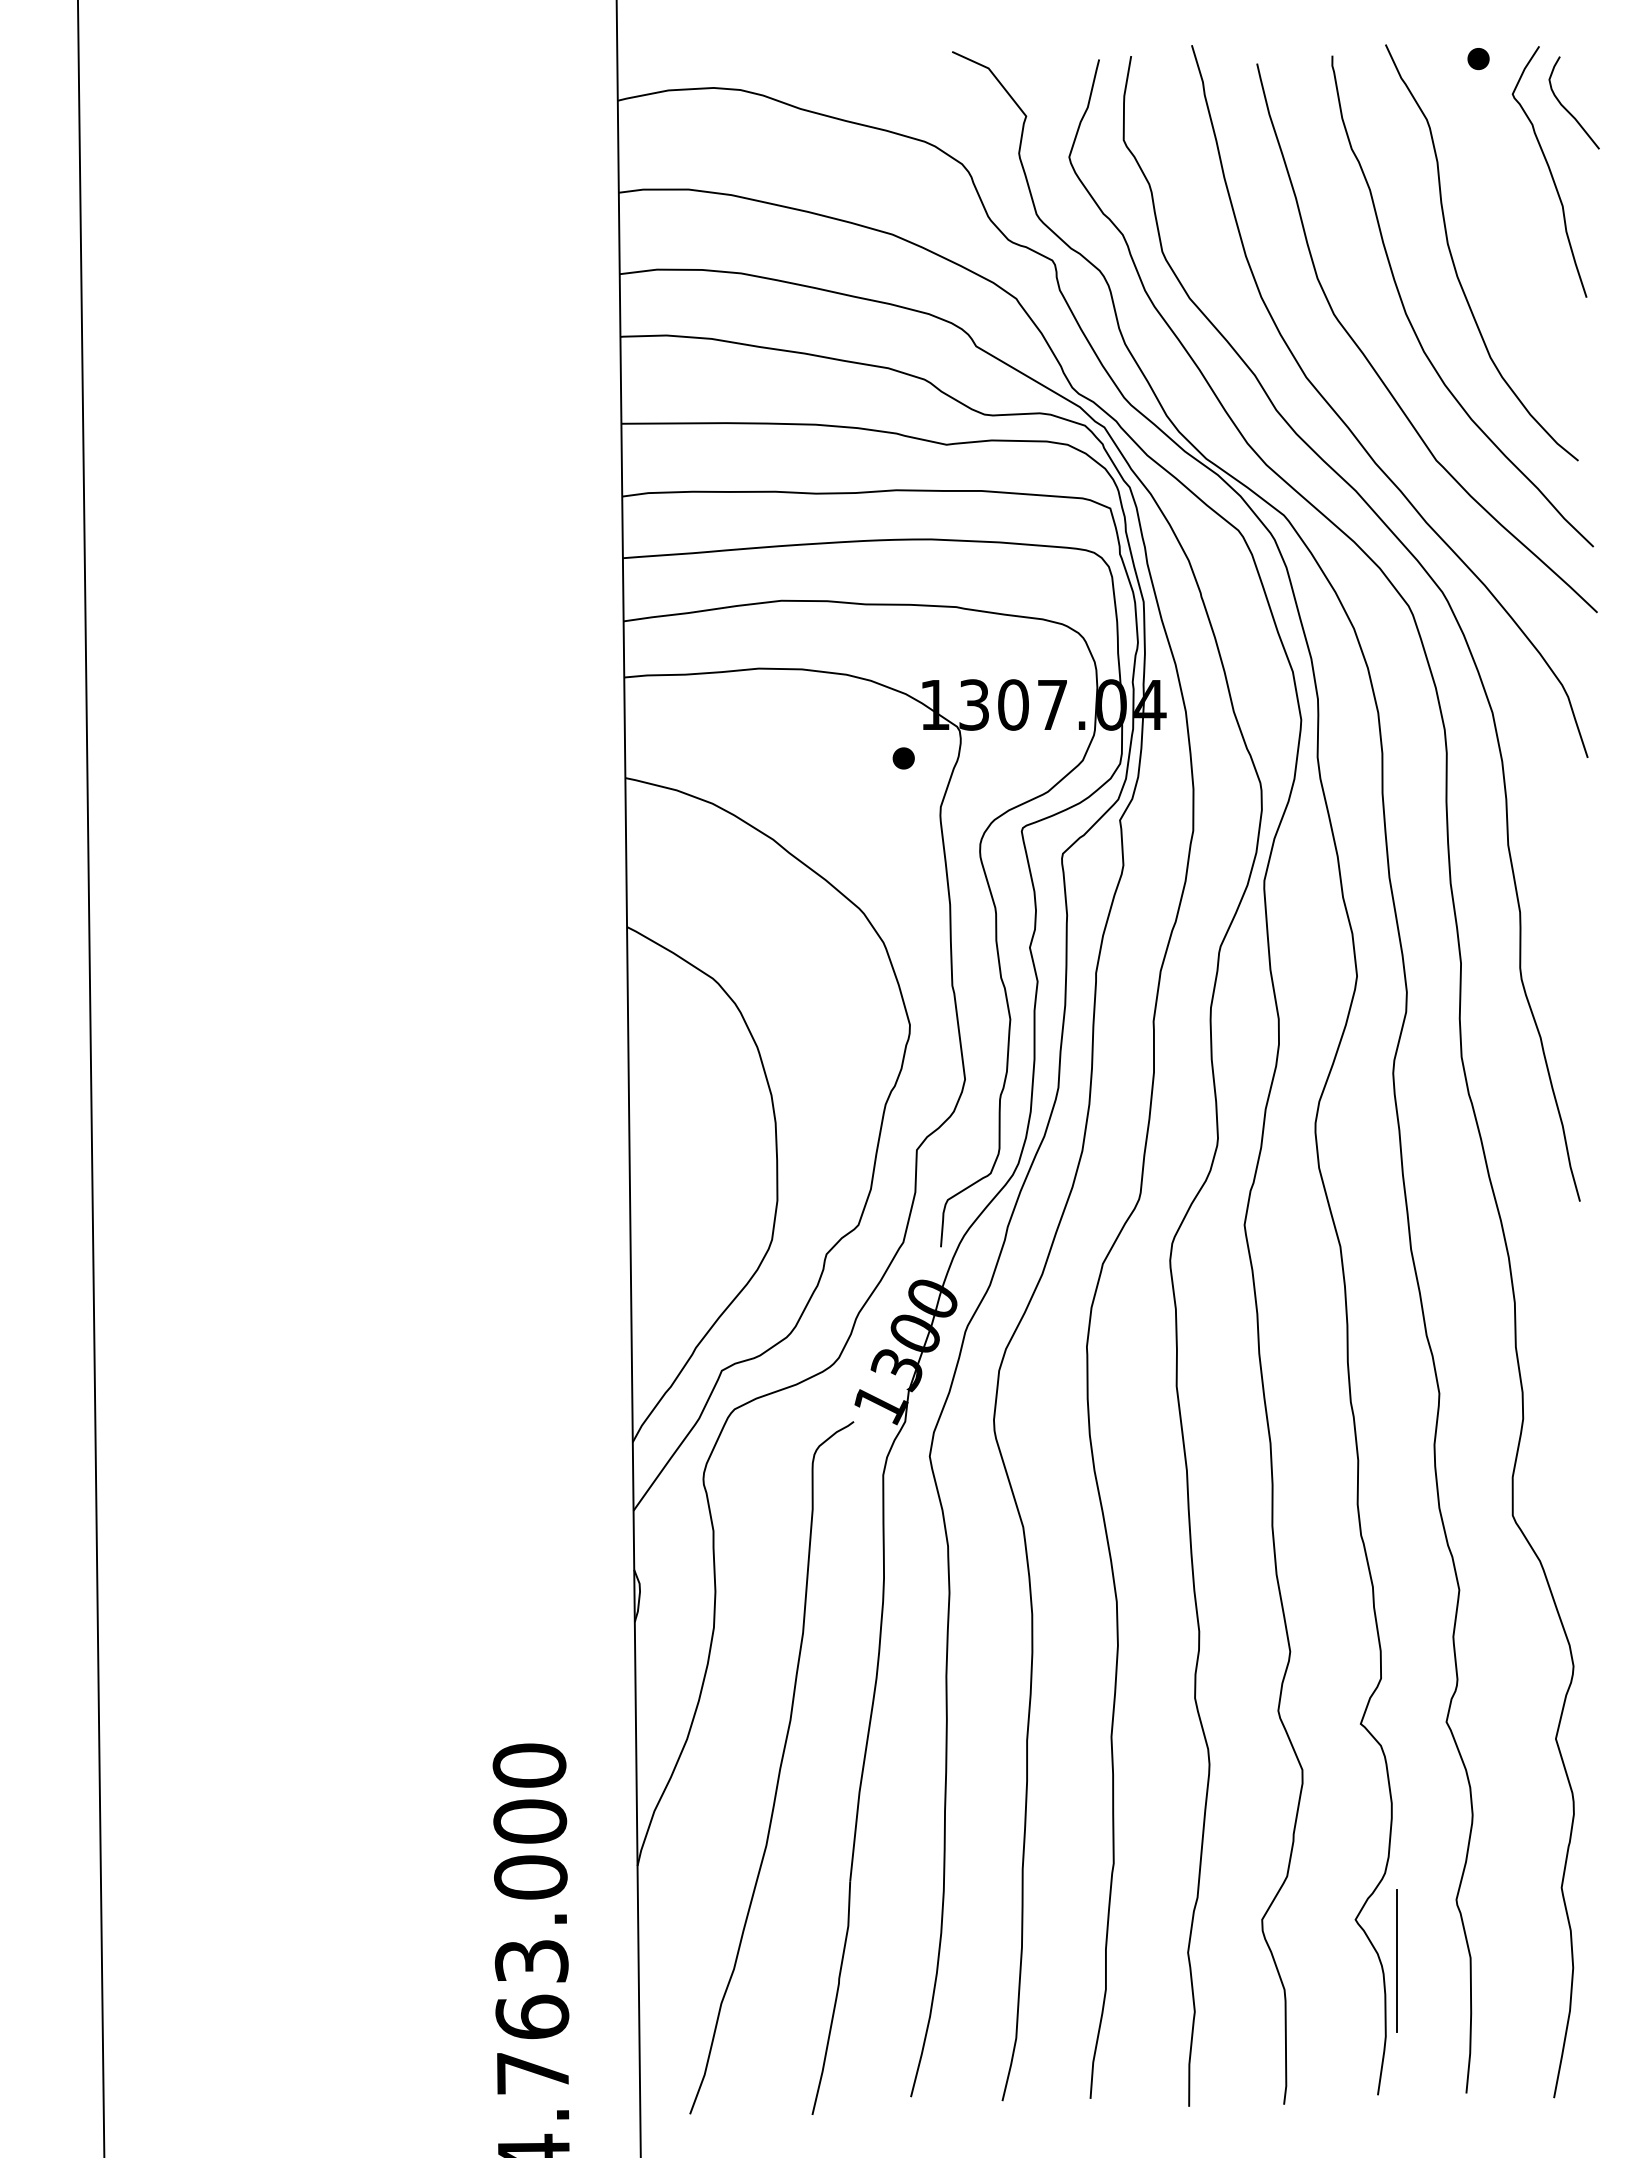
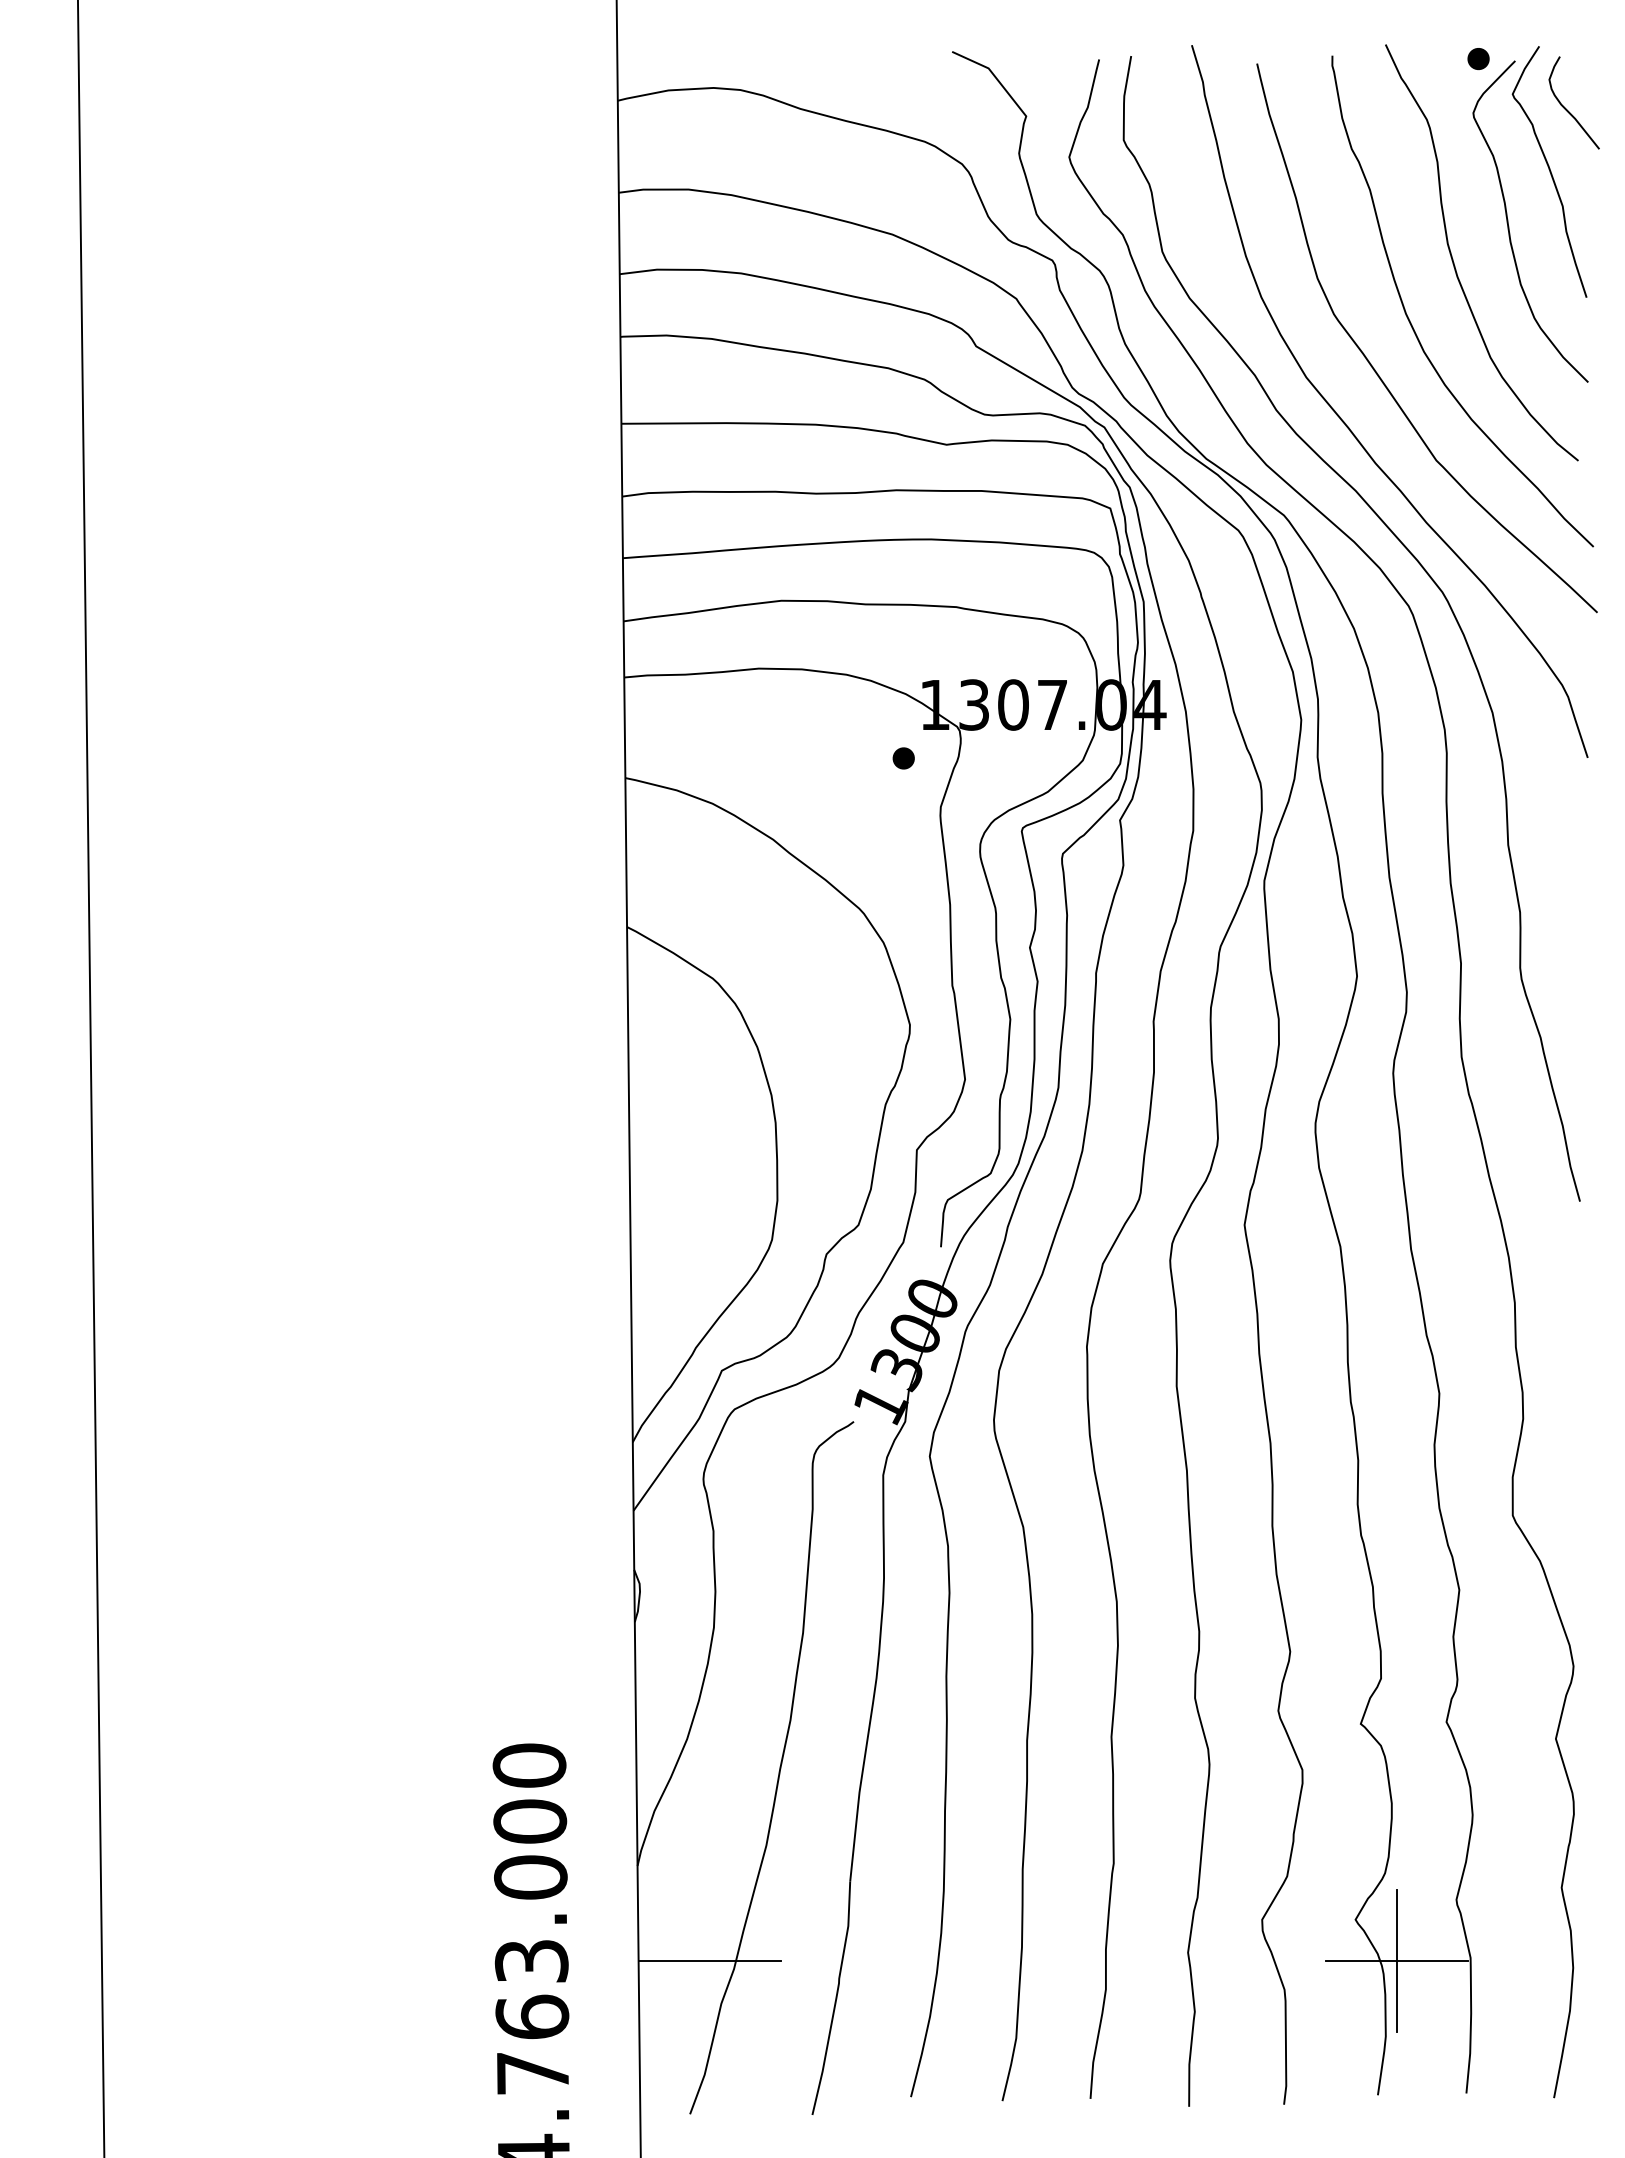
curve at (1509, 226): none -> present
line at (709, 1961): none -> present
line at (1396, 1961): none -> present
